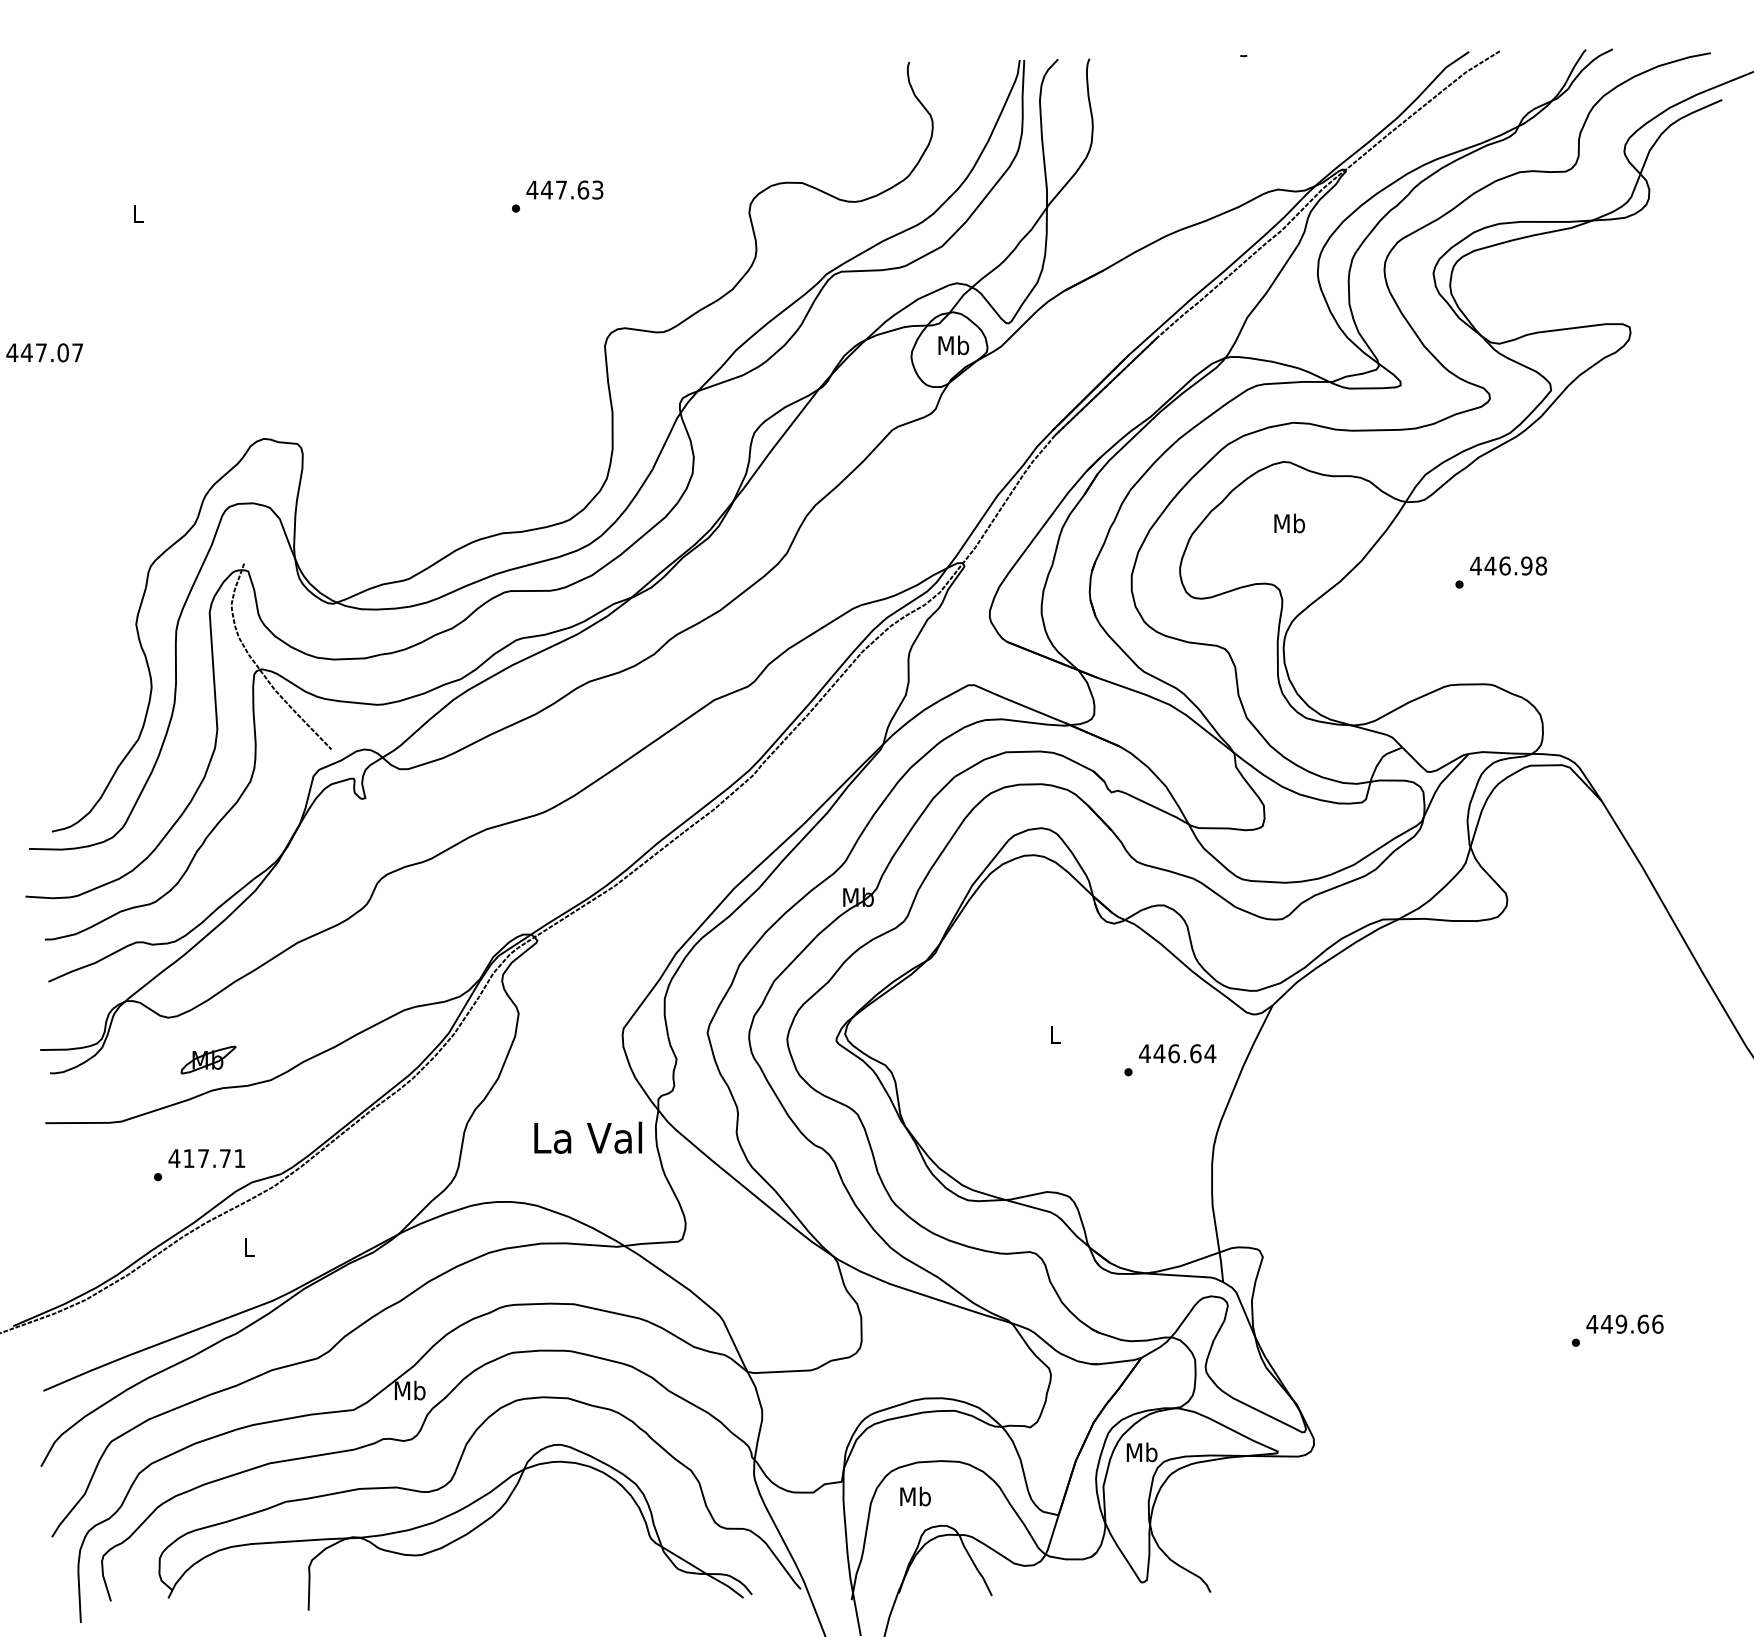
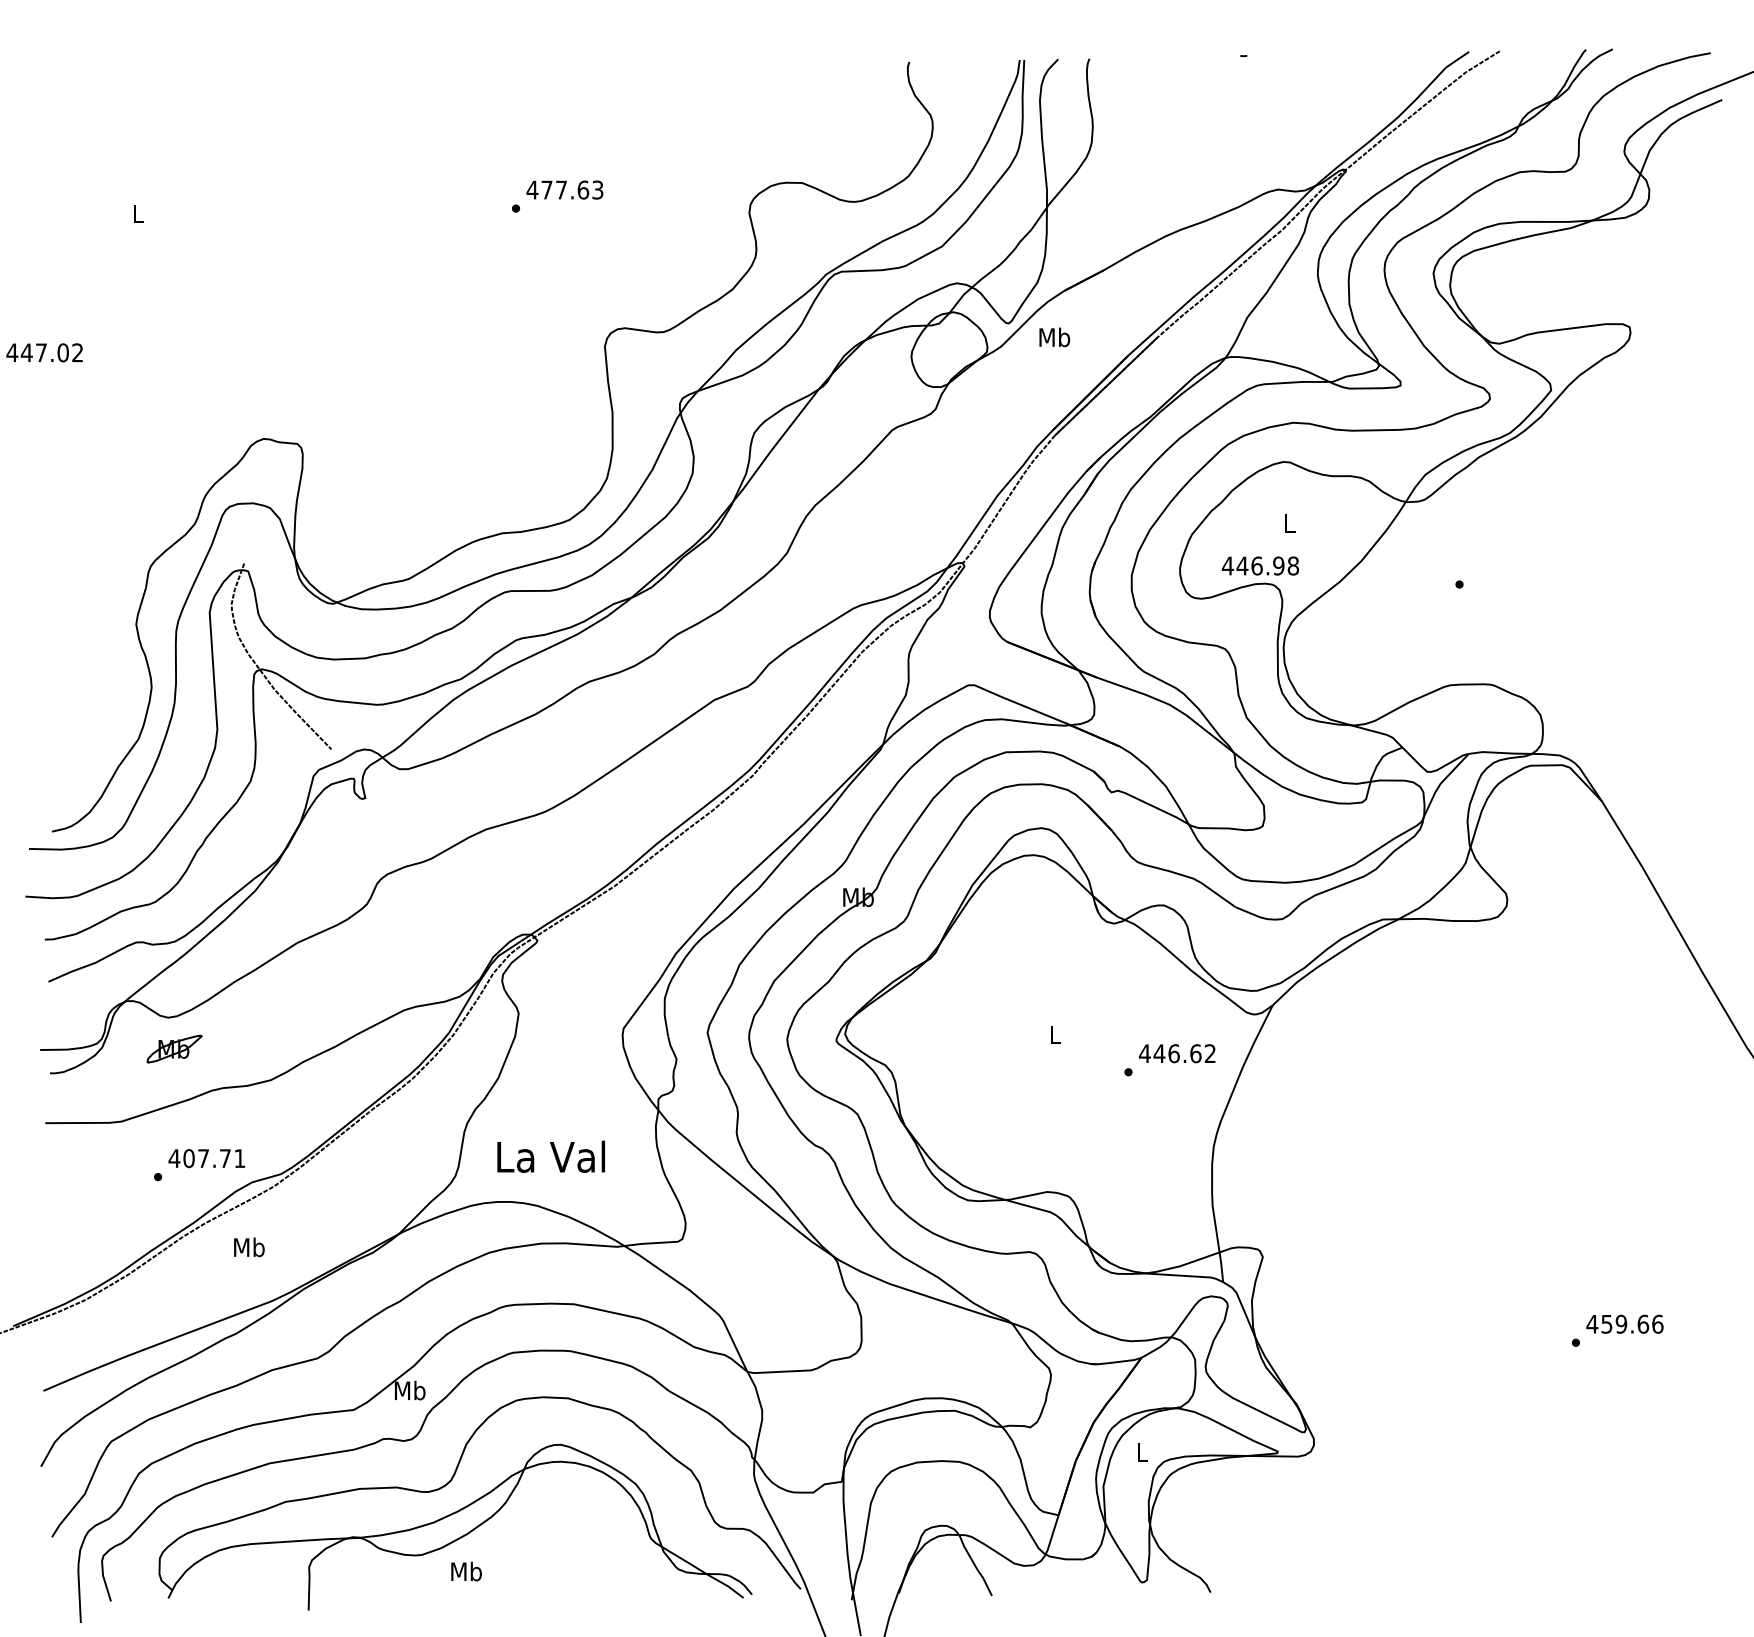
text at (546, 189): 447.63 -> 477.63
text at (953, 345) position: (953, 345) -> (1054, 337)
text at (77, 352): 447.07 -> 447.02
text at (1289, 523): Mb -> L
text at (1508, 565) position: (1508, 565) -> (1260, 565)
text at (1210, 1053): 446.64 -> 446.62
part at (208, 1059) position: (208, 1059) -> (174, 1048)
text at (587, 1137) position: (587, 1137) -> (550, 1156)
text at (188, 1158): 417.71 -> 407.71
text at (249, 1247): L -> Mb
text at (1606, 1324): 449.66 -> 459.66
text at (1141, 1452): Mb -> L
text at (915, 1496) position: (915, 1496) -> (466, 1571)
